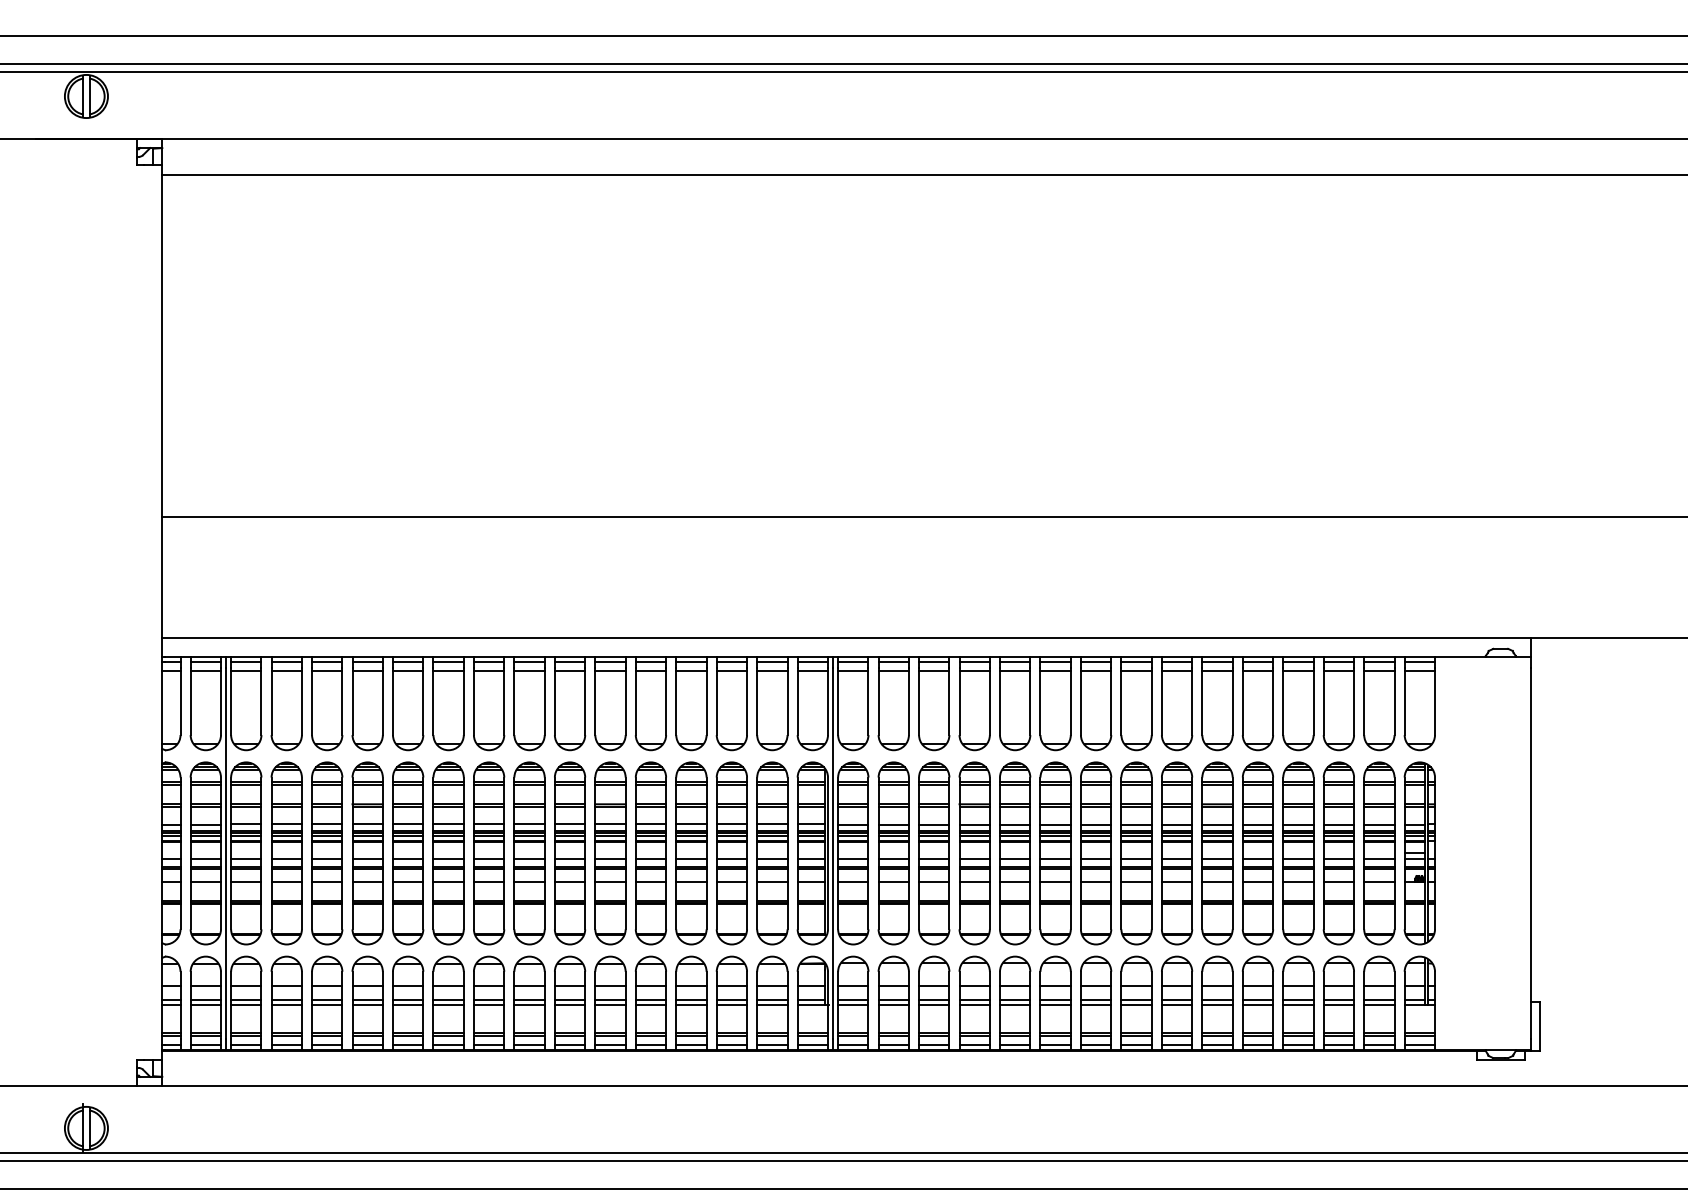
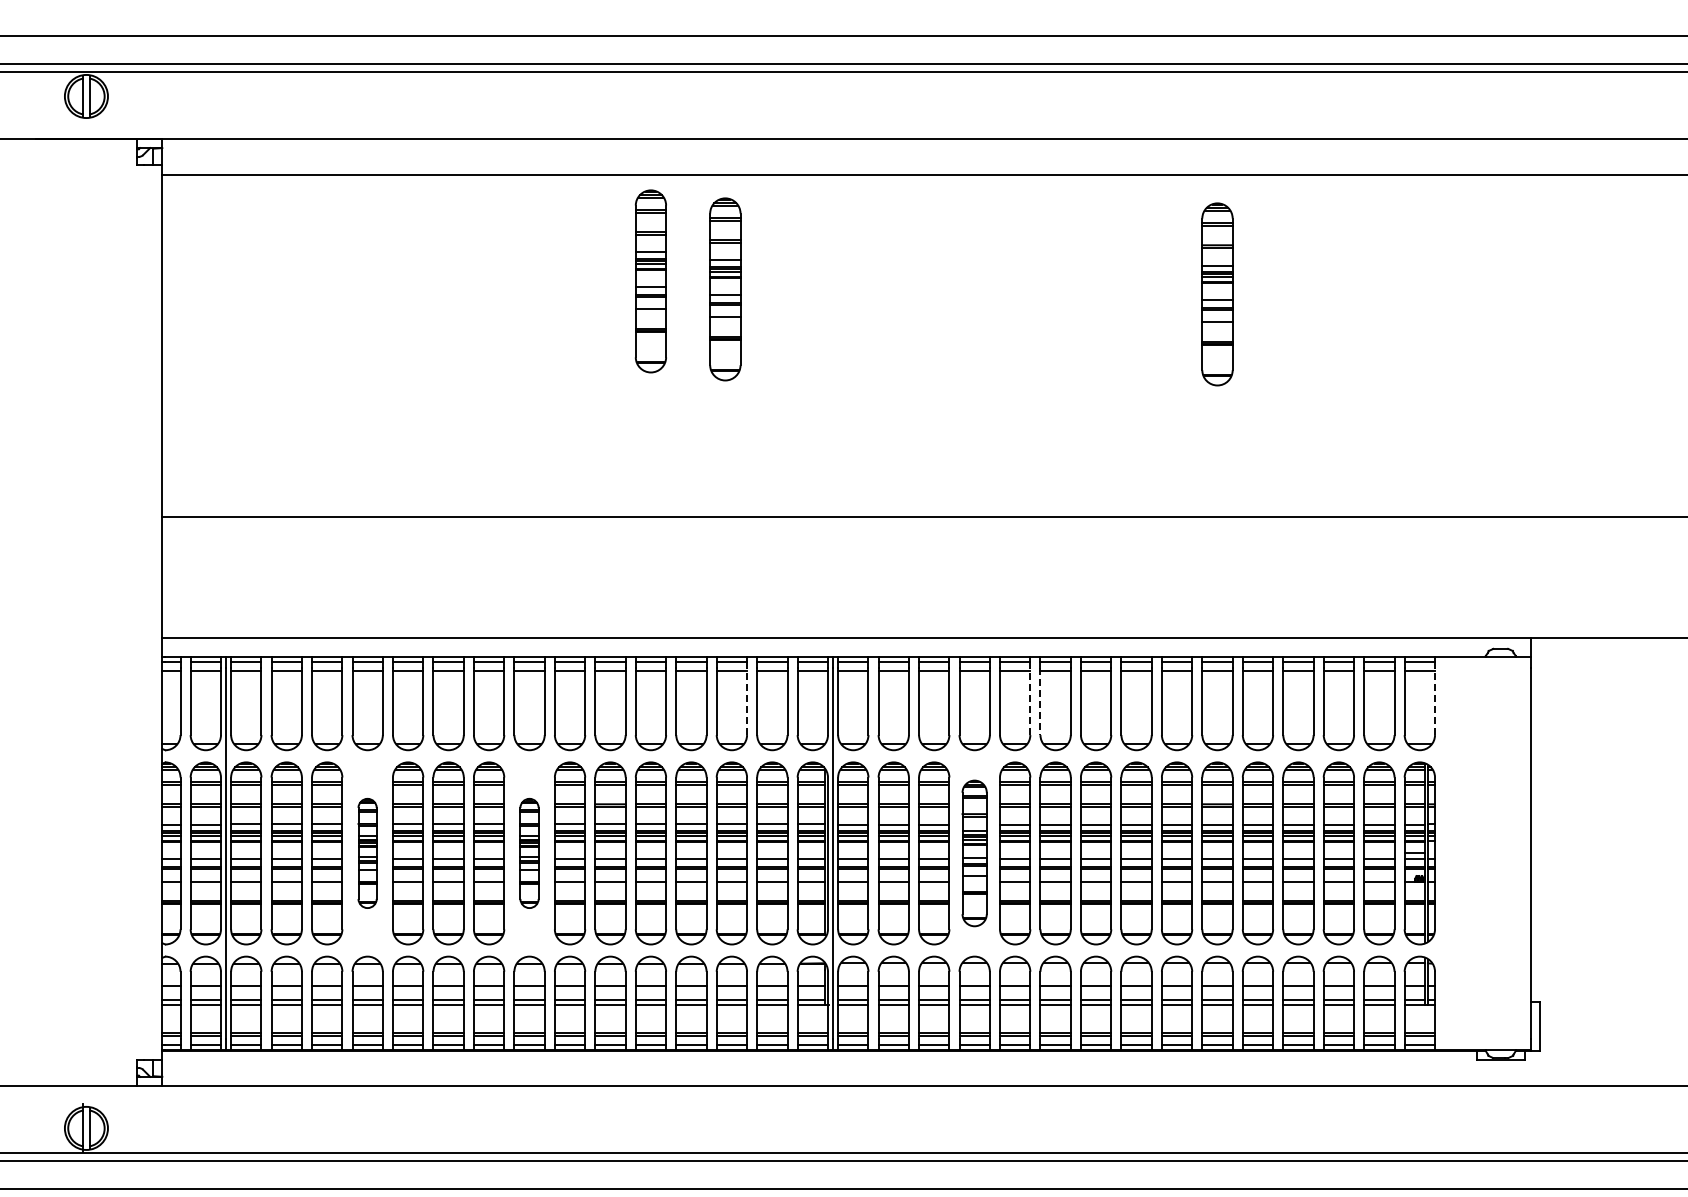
part at (650, 281): none -> present
part at (725, 289): none -> present
part at (1217, 294): none -> present
line at (747, 701): solid -> dashed
line at (1030, 701): solid -> dashed
line at (1435, 701): solid -> dashed
line at (1040, 702): solid -> dashed
part at (367, 853) size: 33x185 px -> 21x111 px
part at (529, 853) size: 33x185 px -> 21x111 px
part at (974, 853) size: 33x185 px -> 27x149 px
